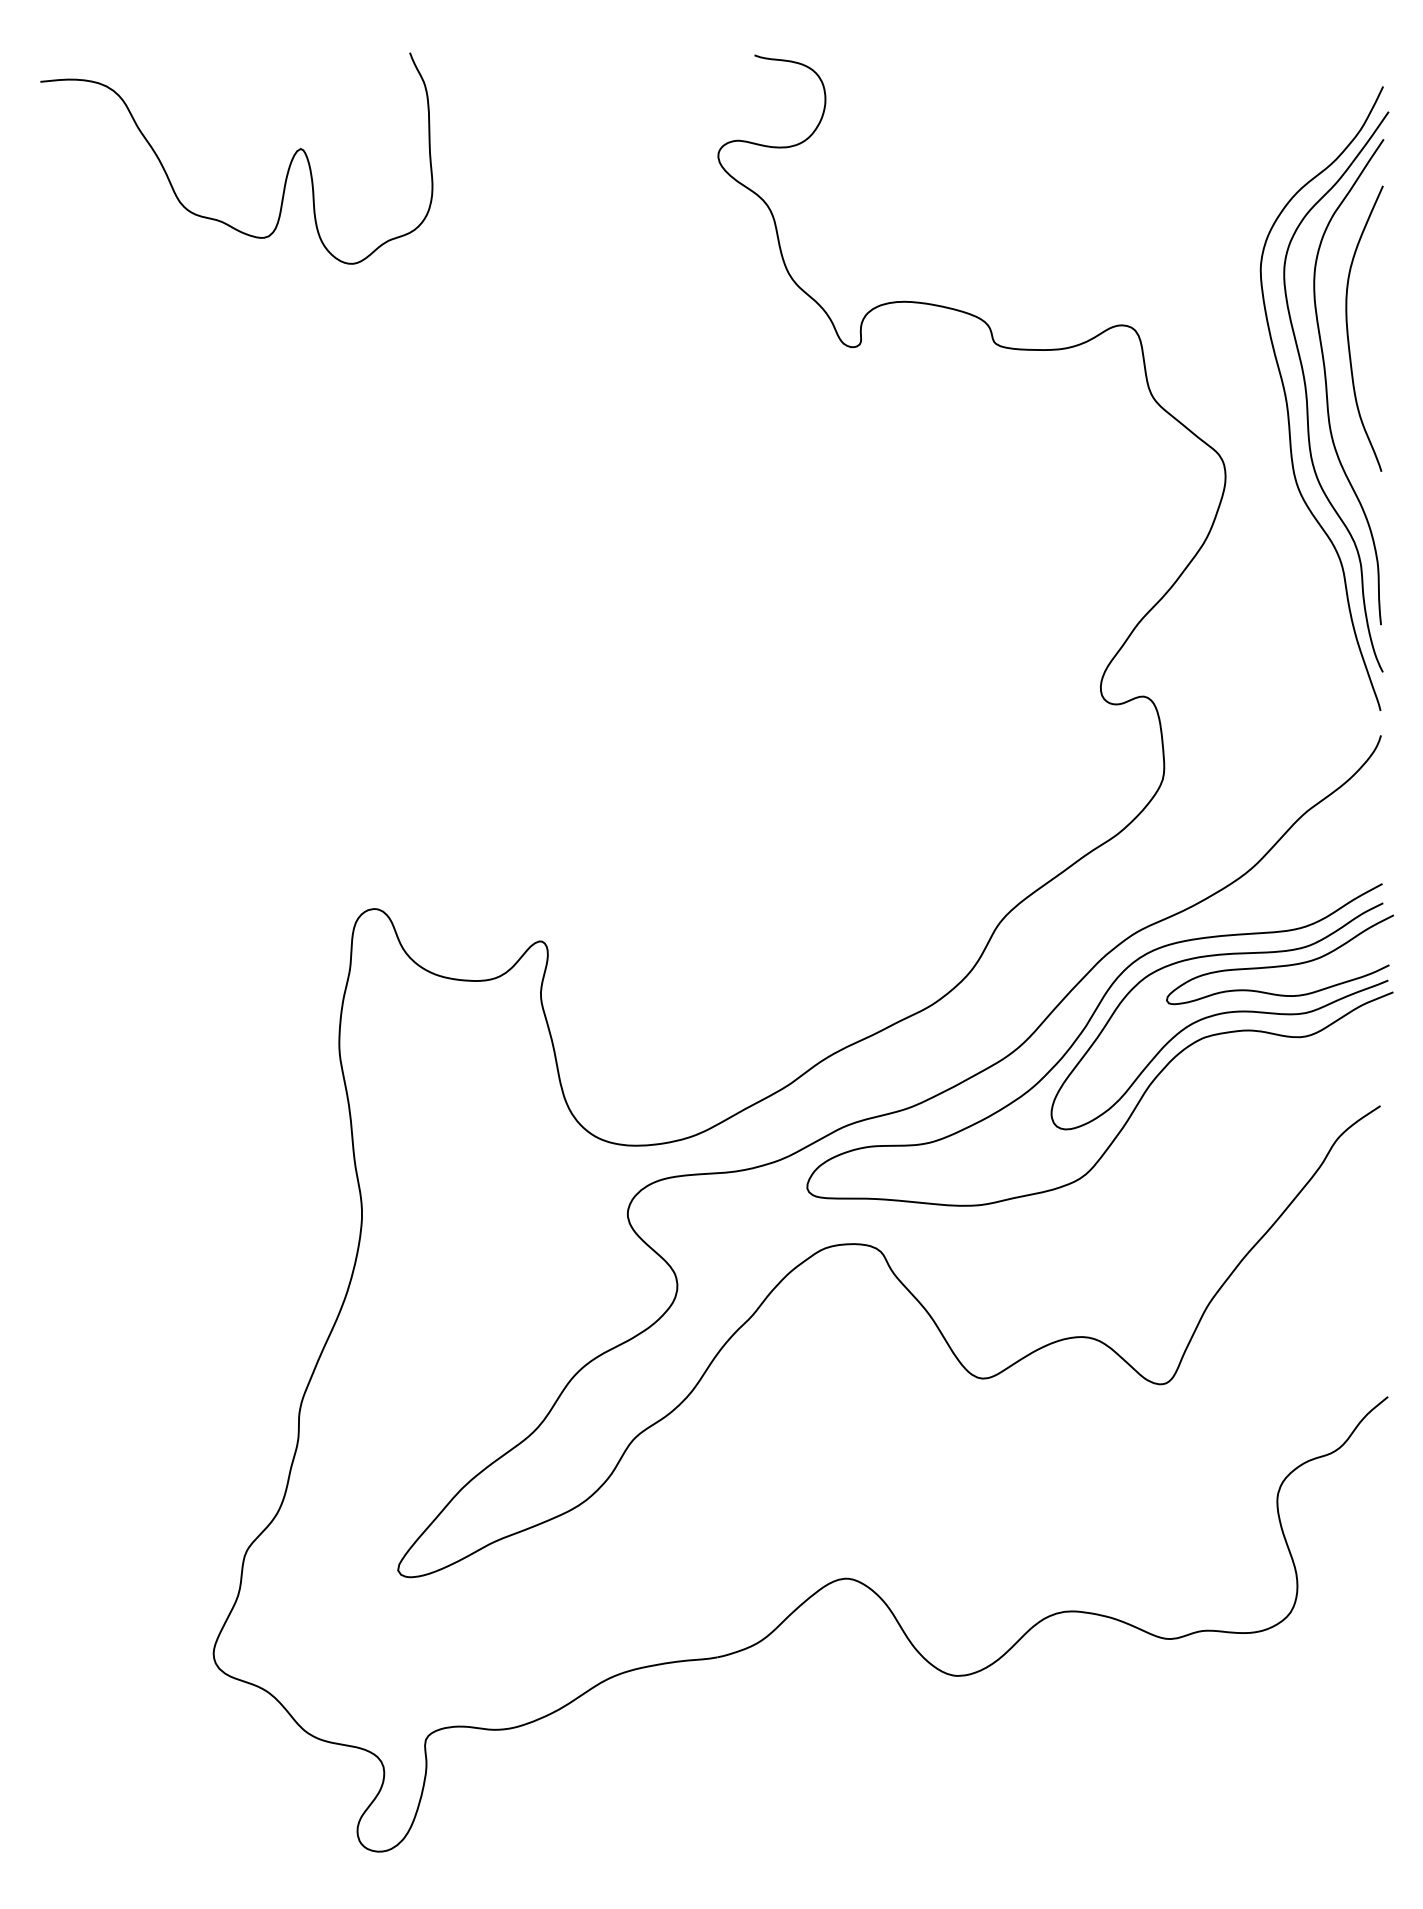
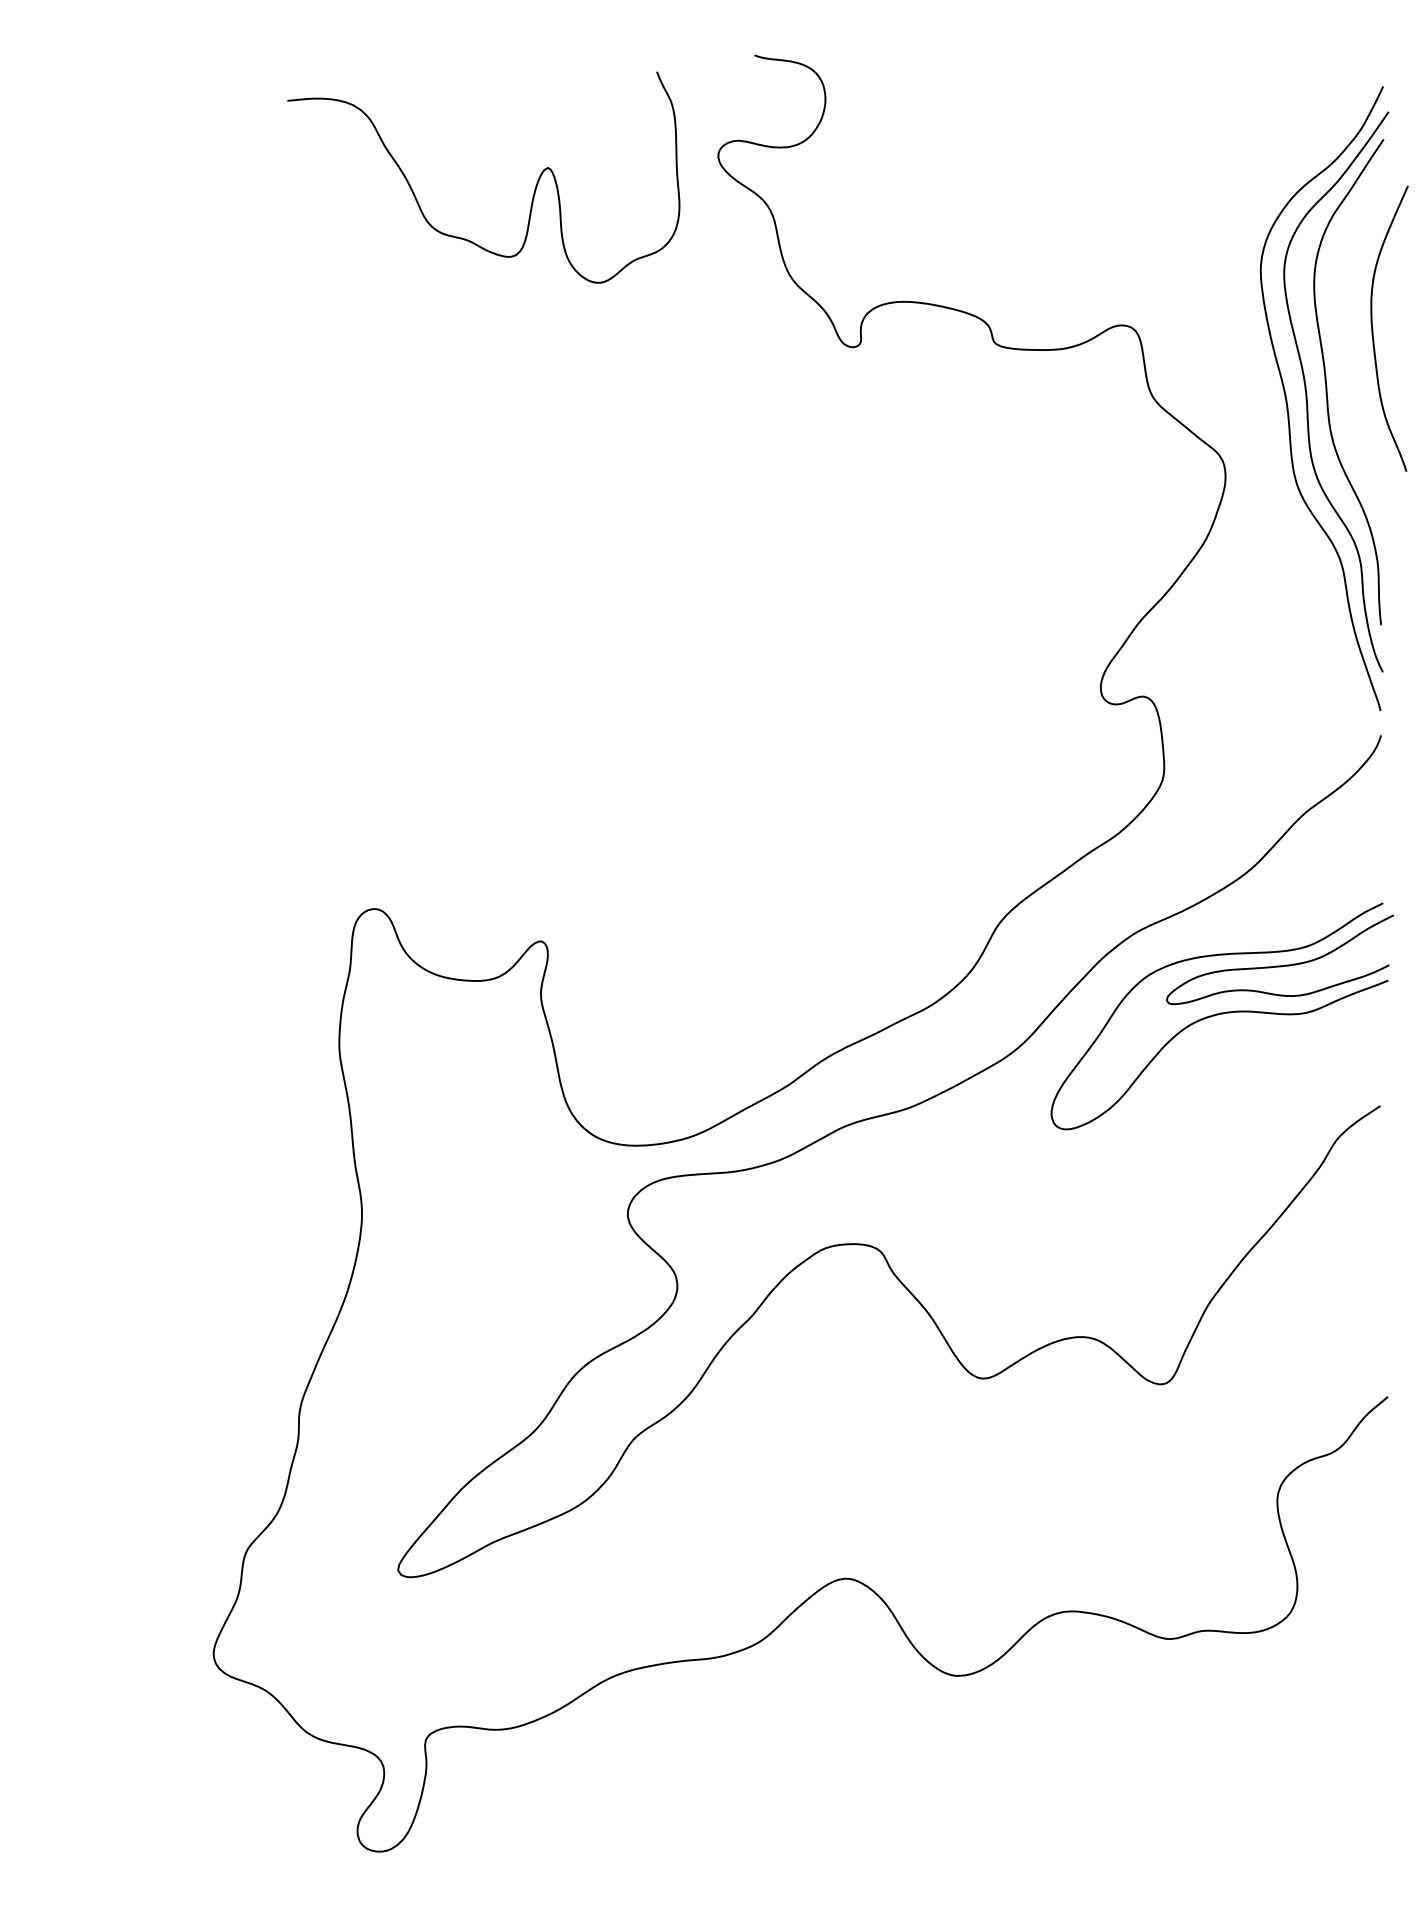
curve at (287, 169) position: (287, 169) -> (534, 188)
curve at (1348, 328) position: (1348, 328) -> (1373, 328)
curve at (1082, 1033): present -> none
